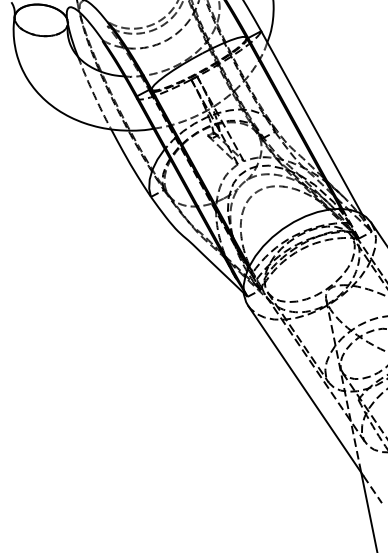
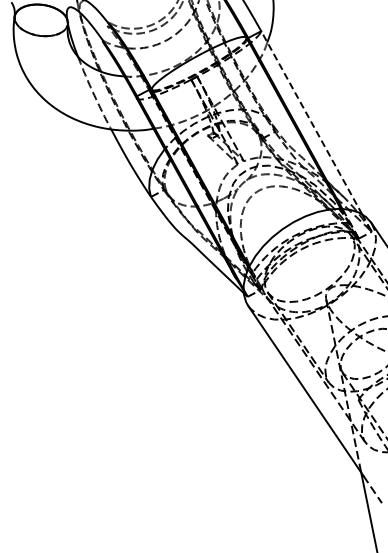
line at (311, 122): solid -> dashed
